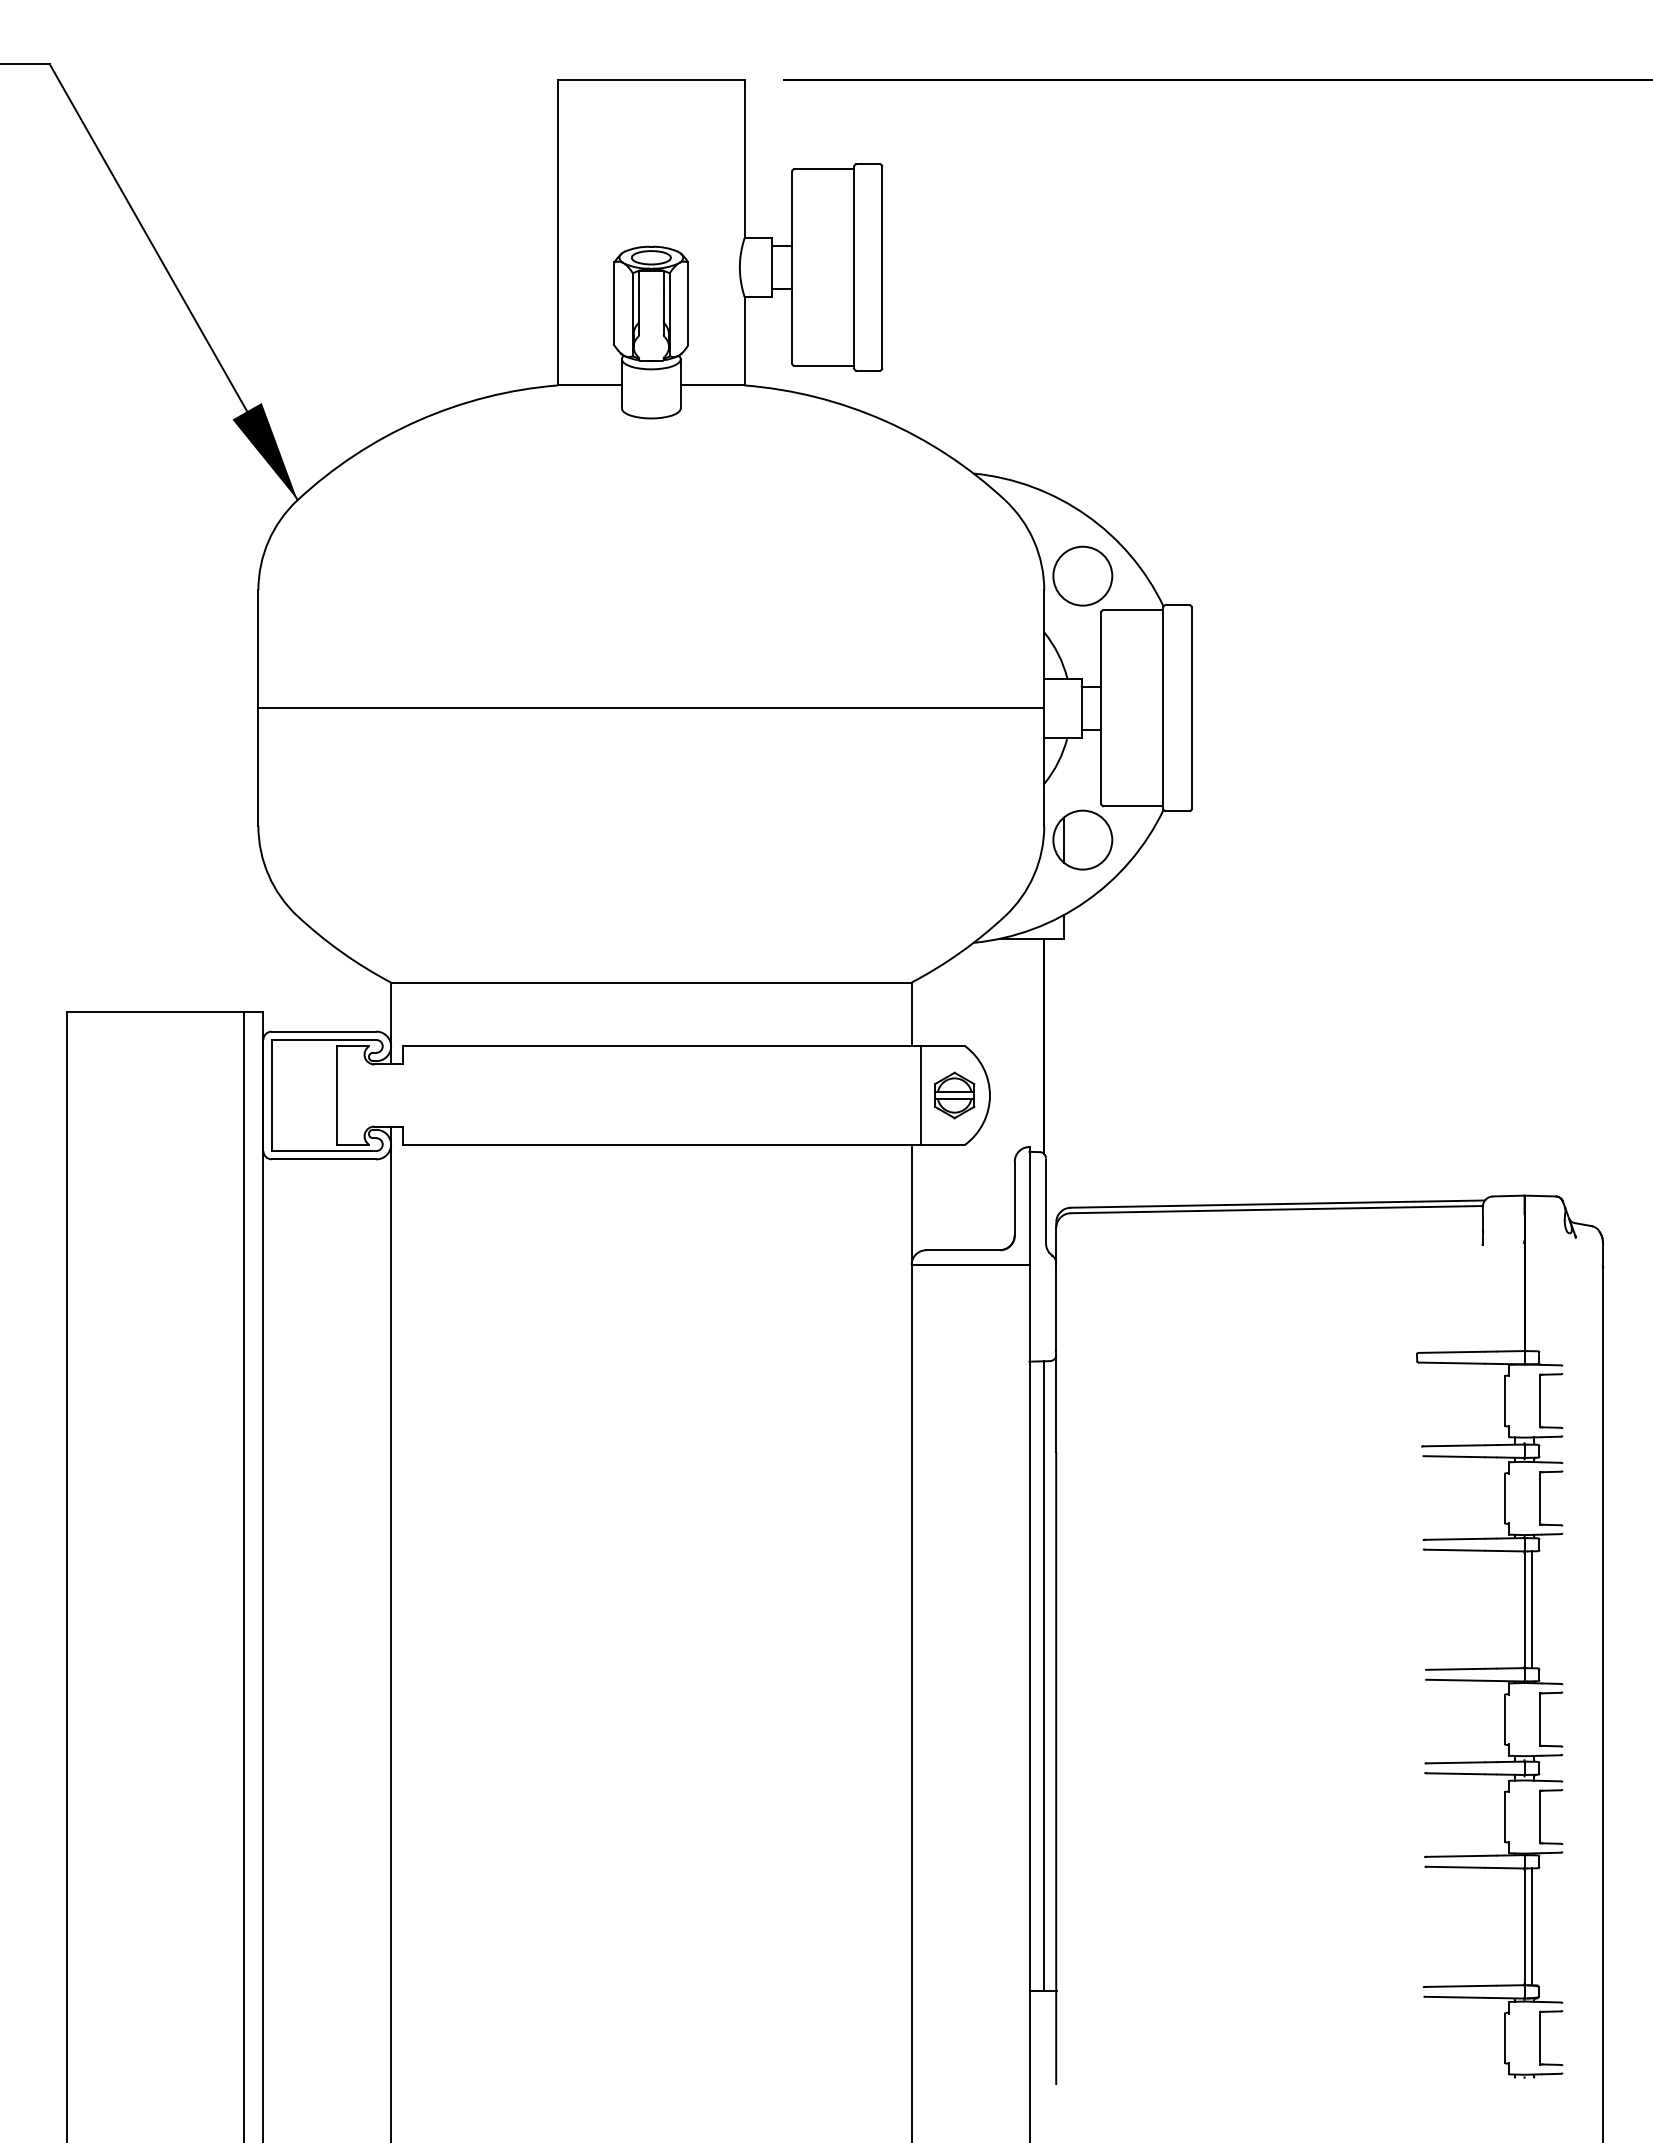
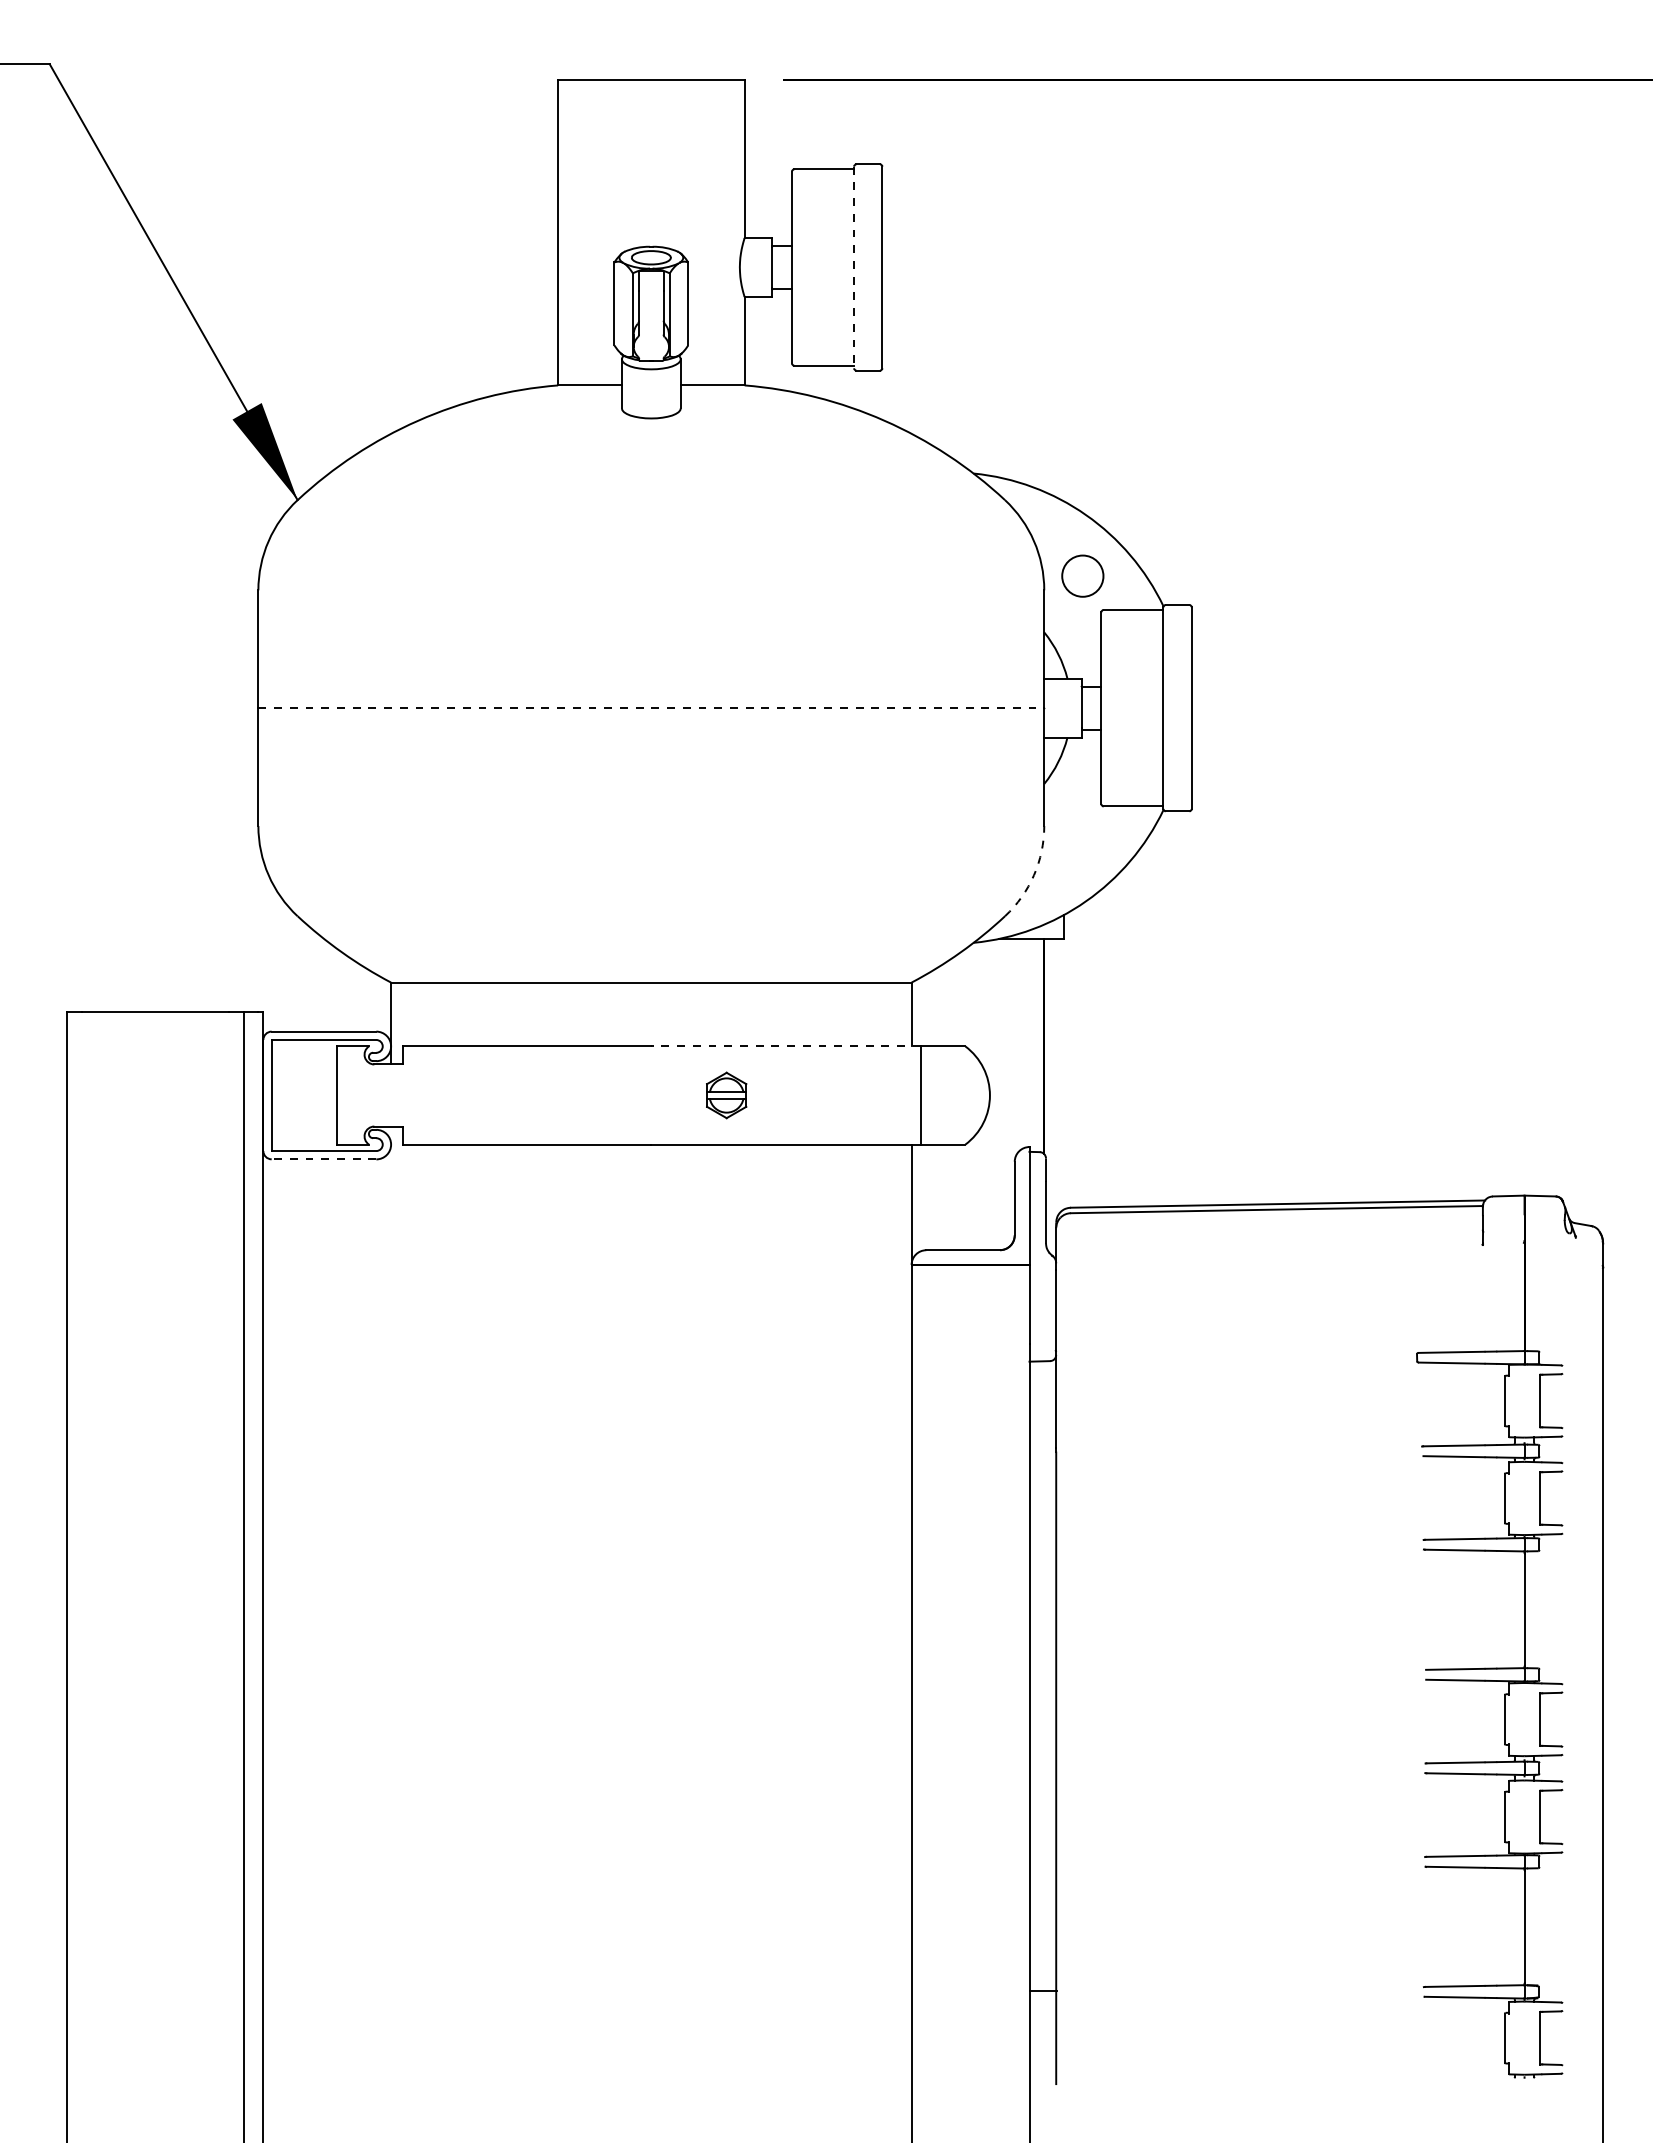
line at (854, 267): solid -> dashed
circle at (1082, 575) diameter: 59 px -> 41 px
line at (651, 708): solid -> dashed
part at (1082, 839): present -> none
arc at (1034, 875): solid -> dashed
line at (786, 1046): solid -> dashed
part at (954, 1095) position: (954, 1095) -> (726, 1095)
line at (323, 1159): solid -> dashed
line at (1532, 1609): present -> none
line at (391, 1632): present -> none
line at (1044, 1675): present -> none
line at (1532, 1926): present -> none
